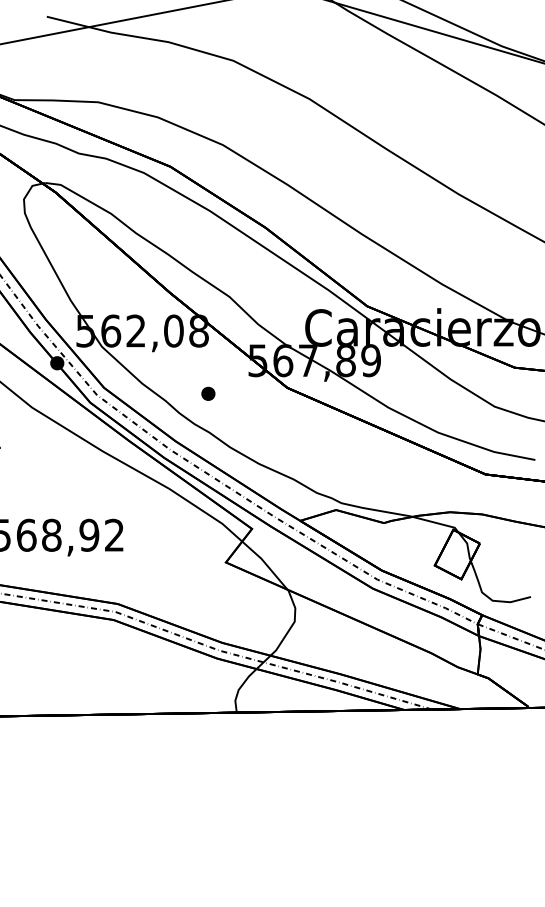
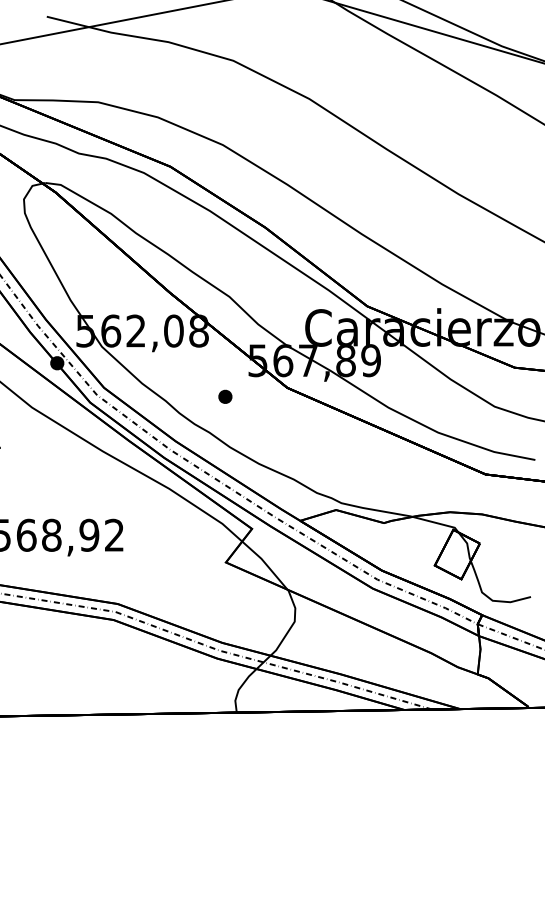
part at (208, 393) position: (208, 393) -> (225, 396)
